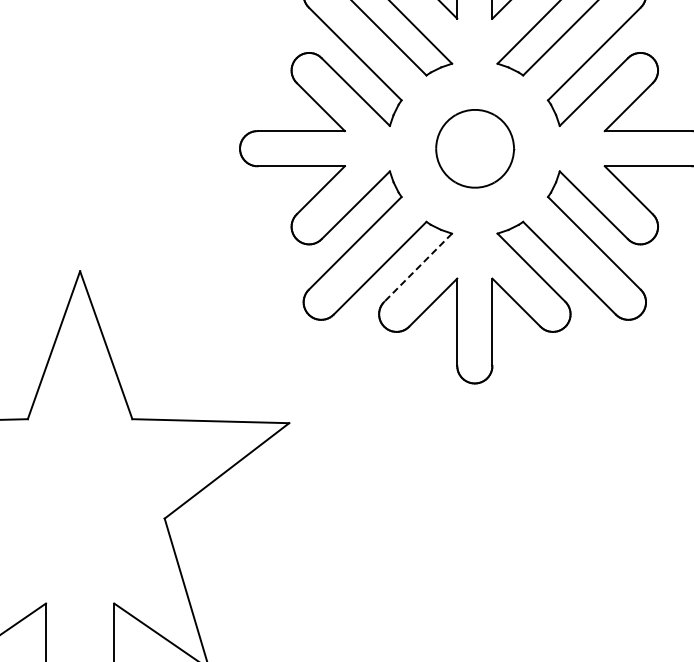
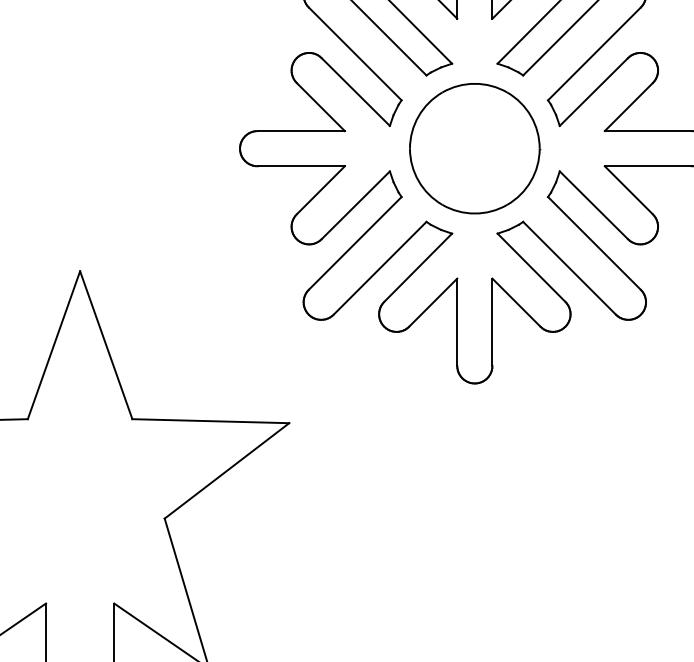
part at (475, 148) size: 81x80 px -> 133x132 px
line at (417, 268): dashed -> solid
